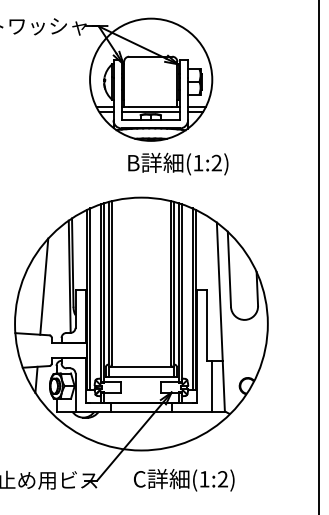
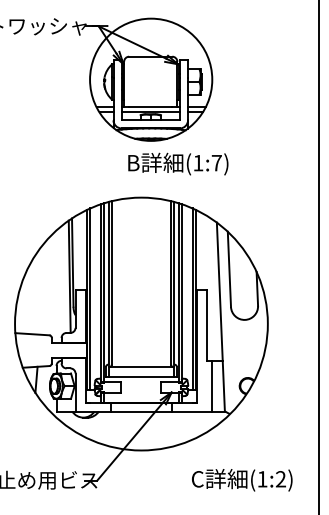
text at (216, 162): (1:2) -> (1:7)
line at (44, 286): present -> none
text at (184, 480) position: (184, 480) -> (242, 480)
